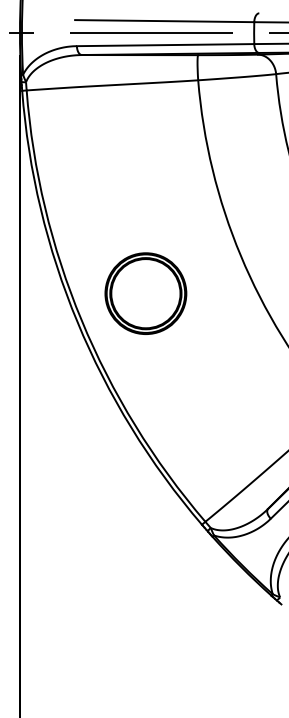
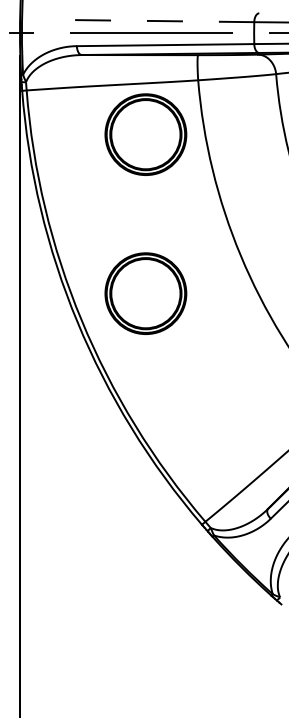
line at (164, 21): solid -> dashed
part at (145, 134): none -> present
